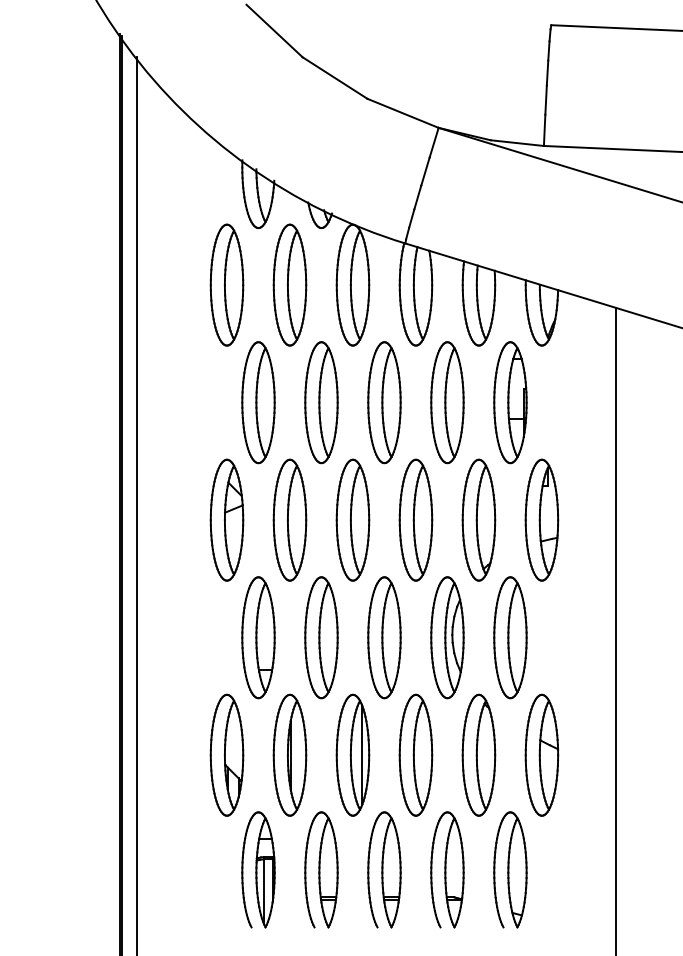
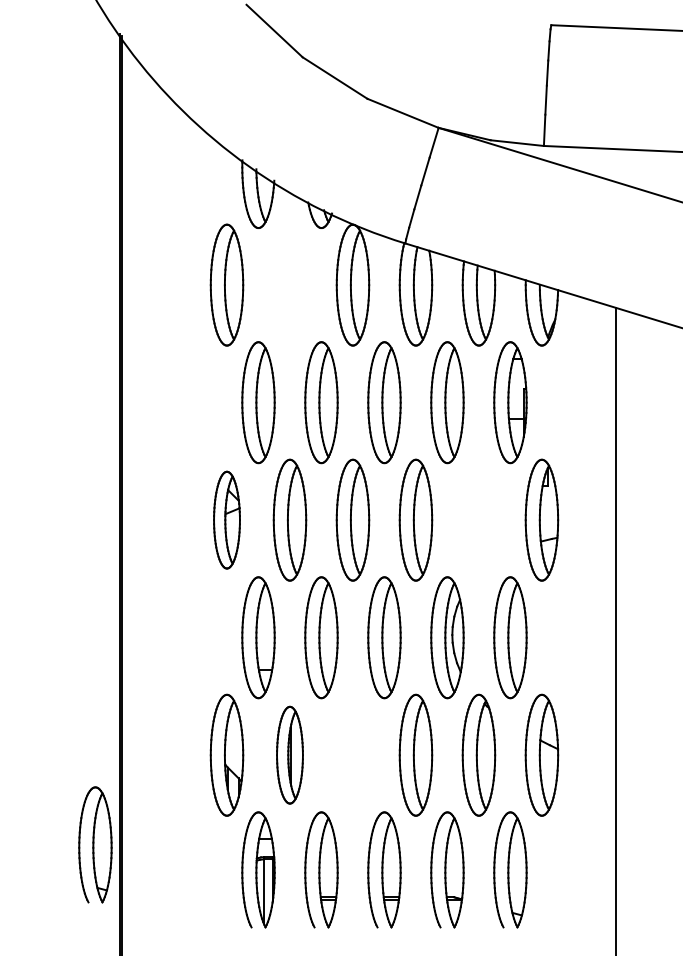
part at (289, 284): present -> none
line at (137, 504): present -> none
part at (226, 519) size: 36x124 px -> 28x100 px
part at (478, 519): present -> none
part at (289, 754) size: 36x124 px -> 28x100 px
part at (352, 754): present -> none
part at (95, 844): none -> present
